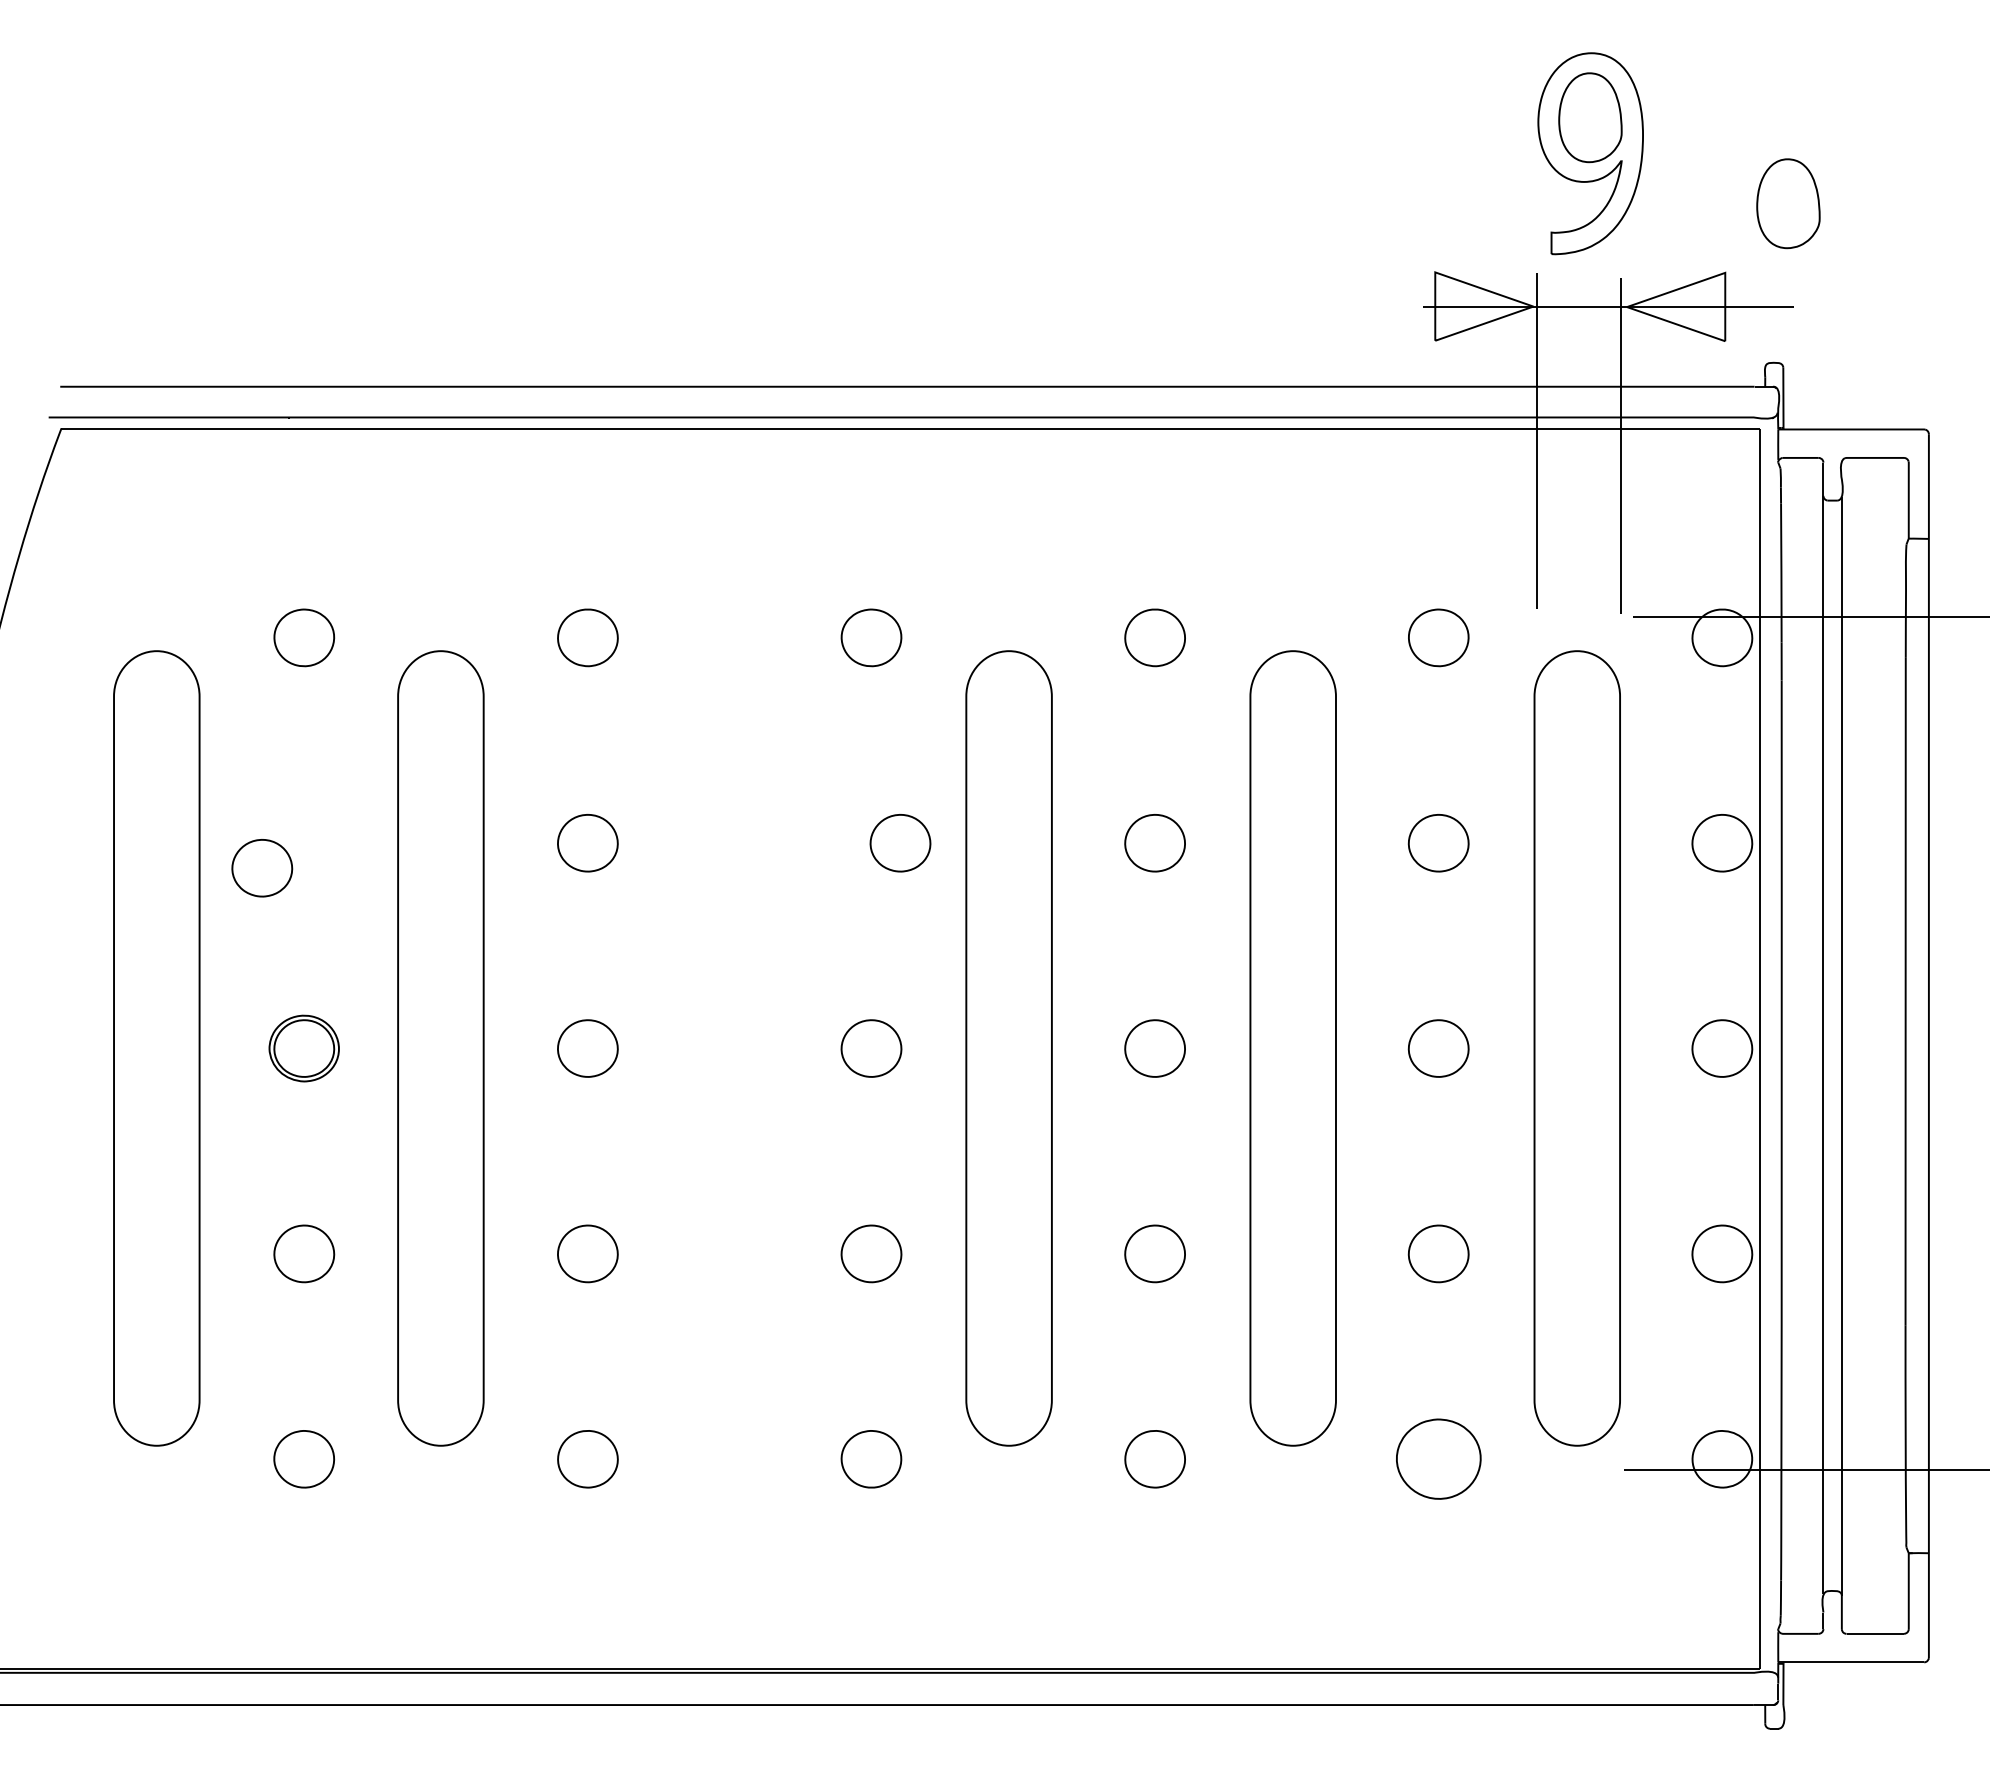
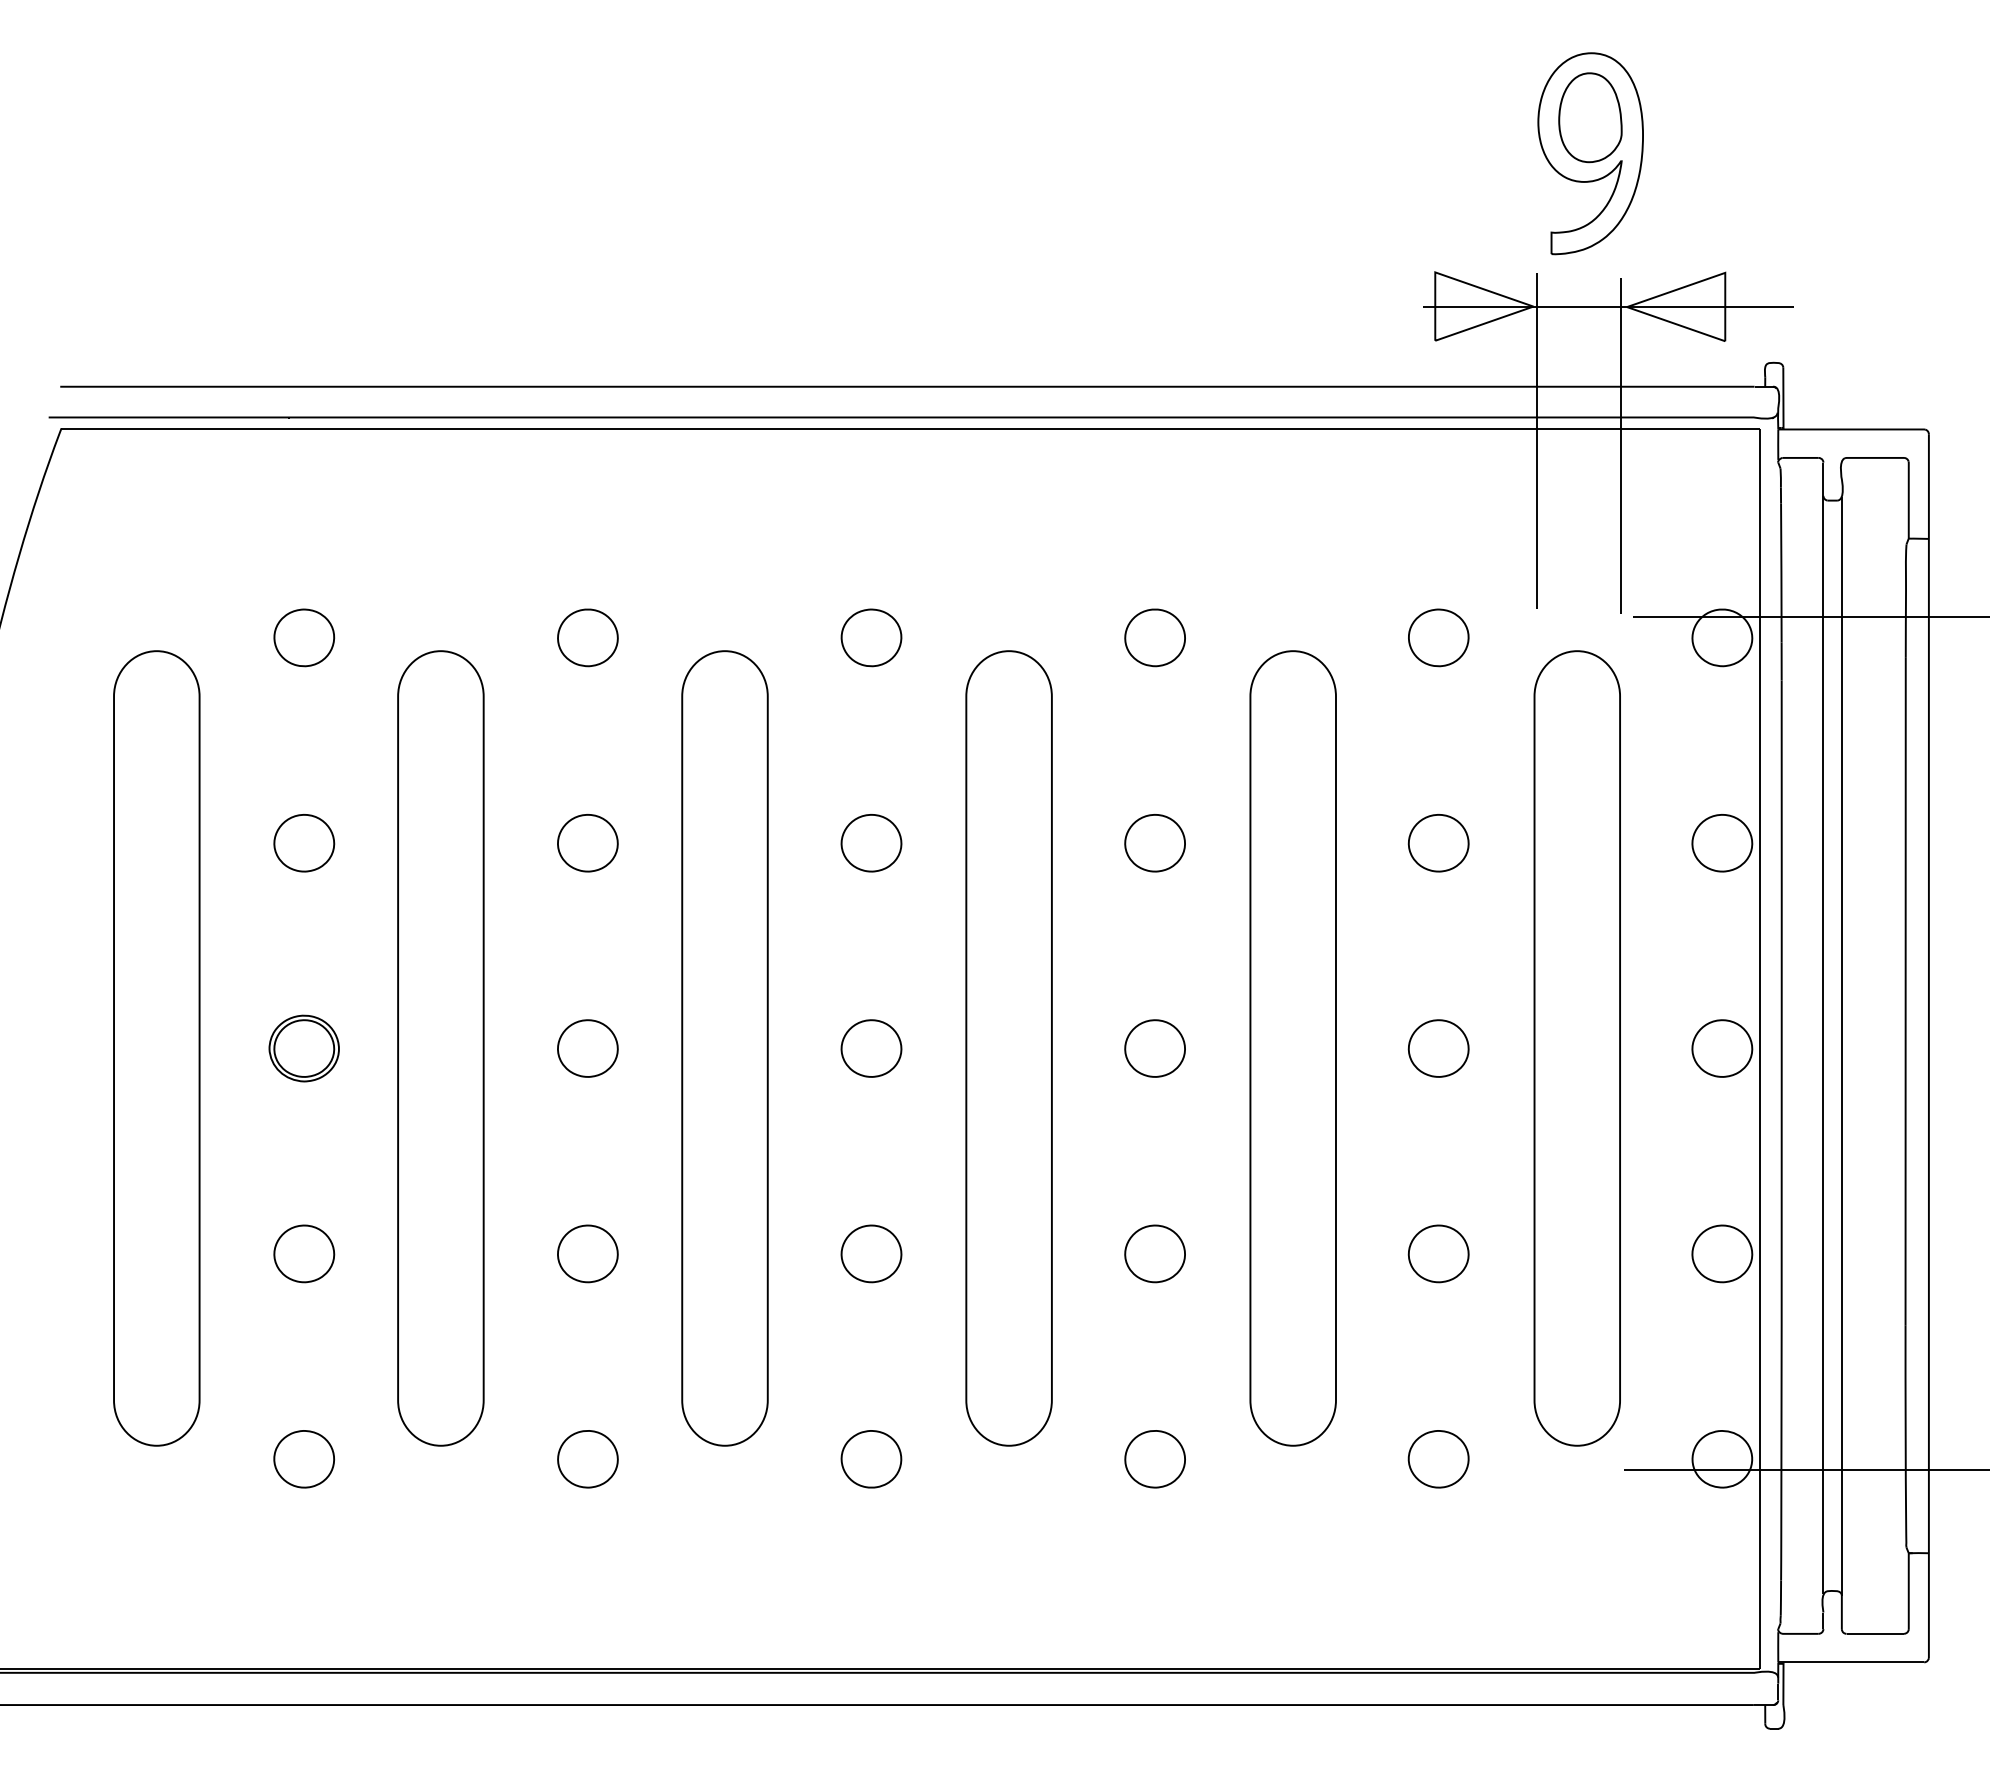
part at (1788, 203): present -> none
part at (900, 843) position: (900, 843) -> (871, 843)
part at (262, 868) position: (262, 868) -> (304, 843)
part at (724, 1048): none -> present
part at (1438, 1458) size: 86x82 px -> 63x59 px
